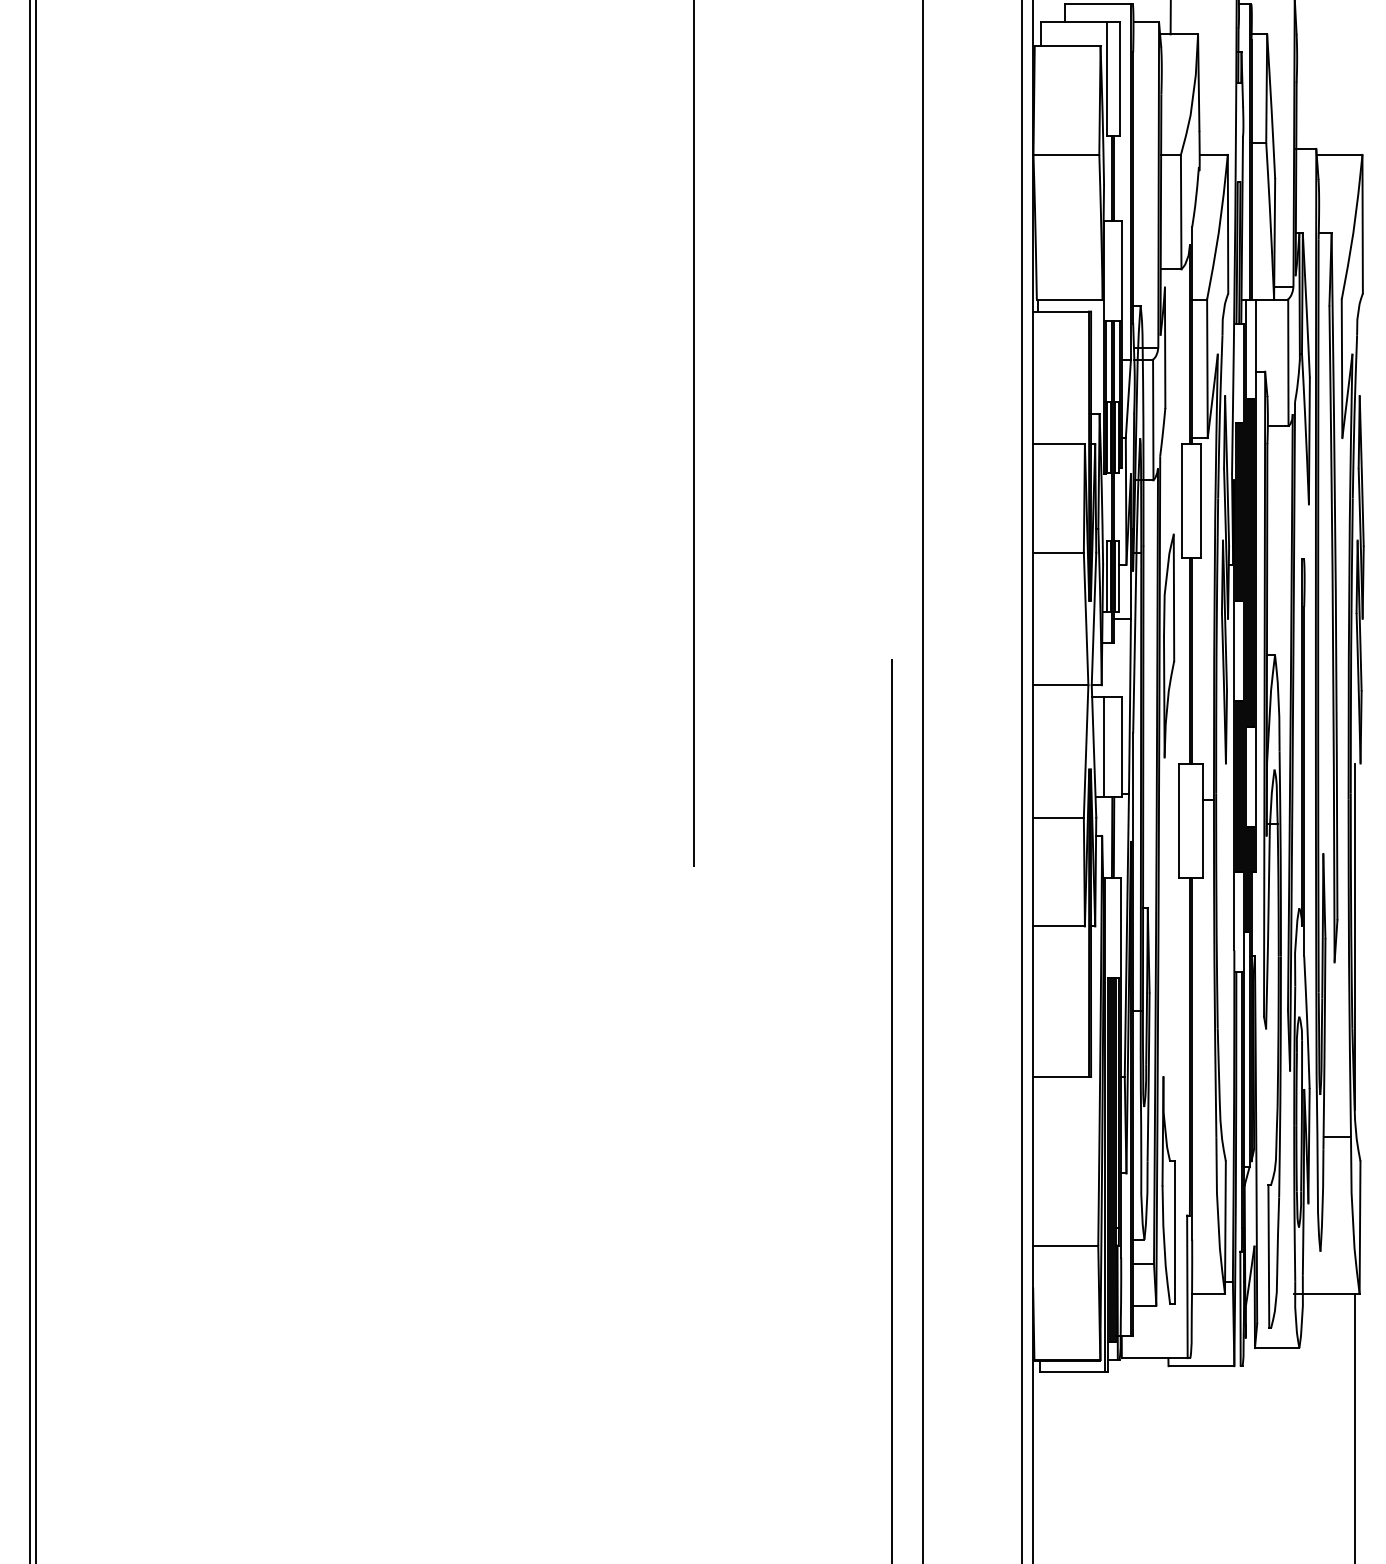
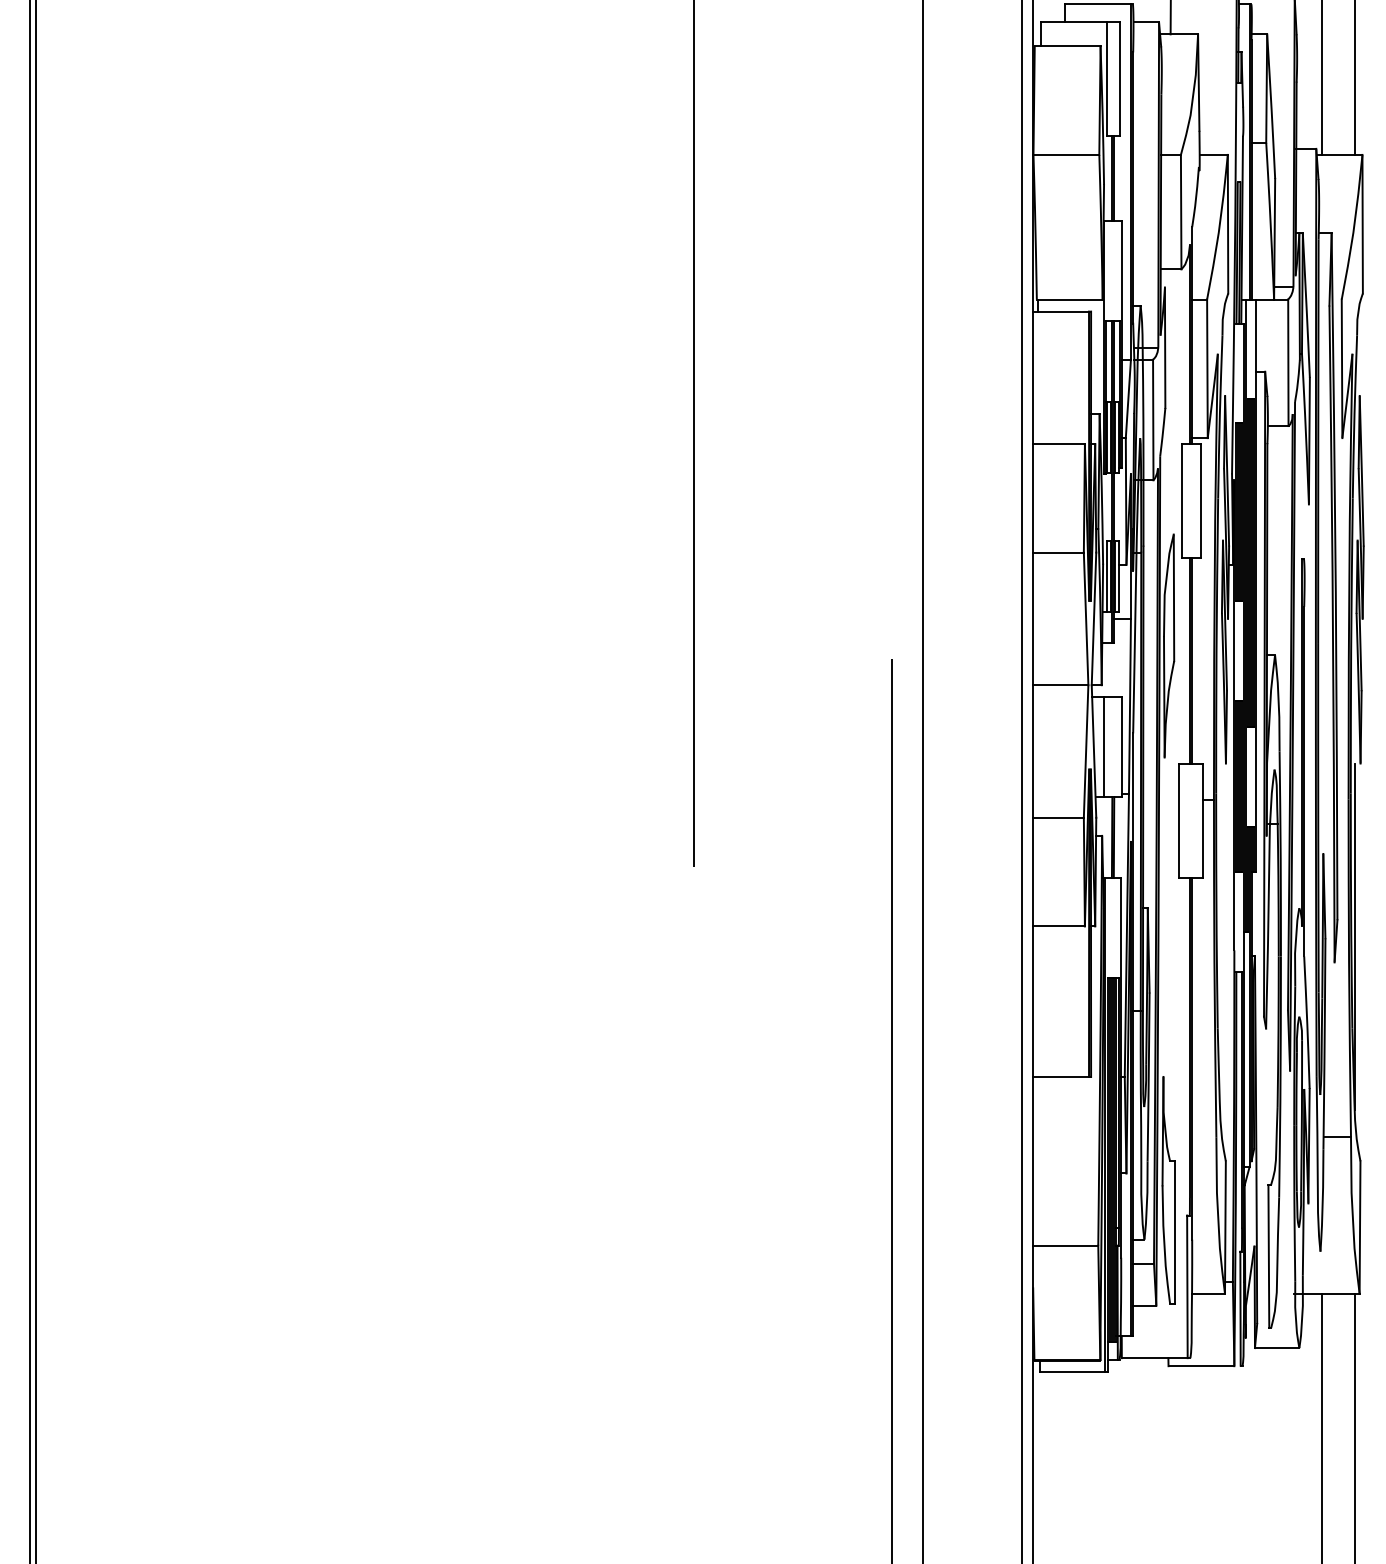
line at (1322, 78): none -> present
line at (1354, 78): none -> present
line at (1322, 1426): none -> present
